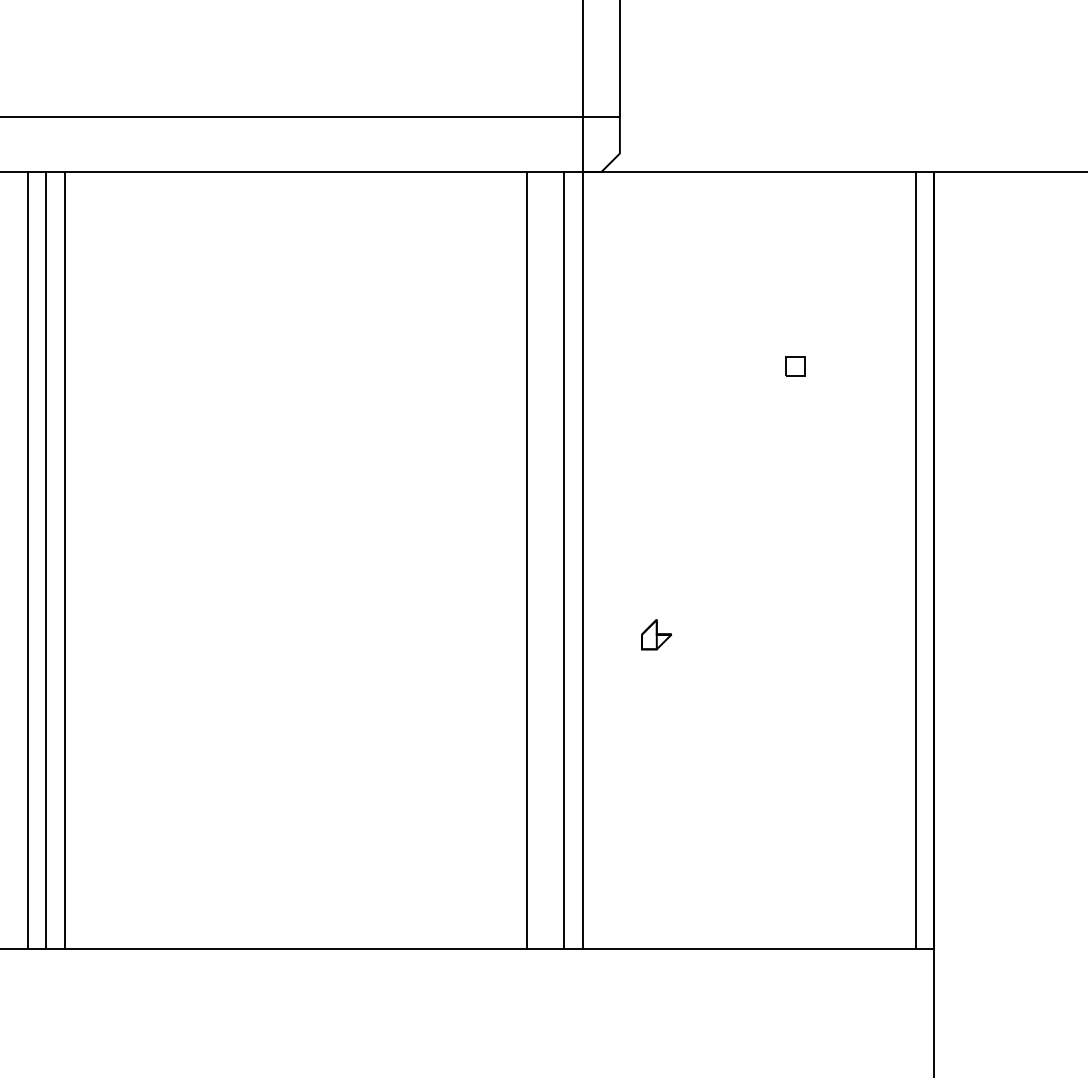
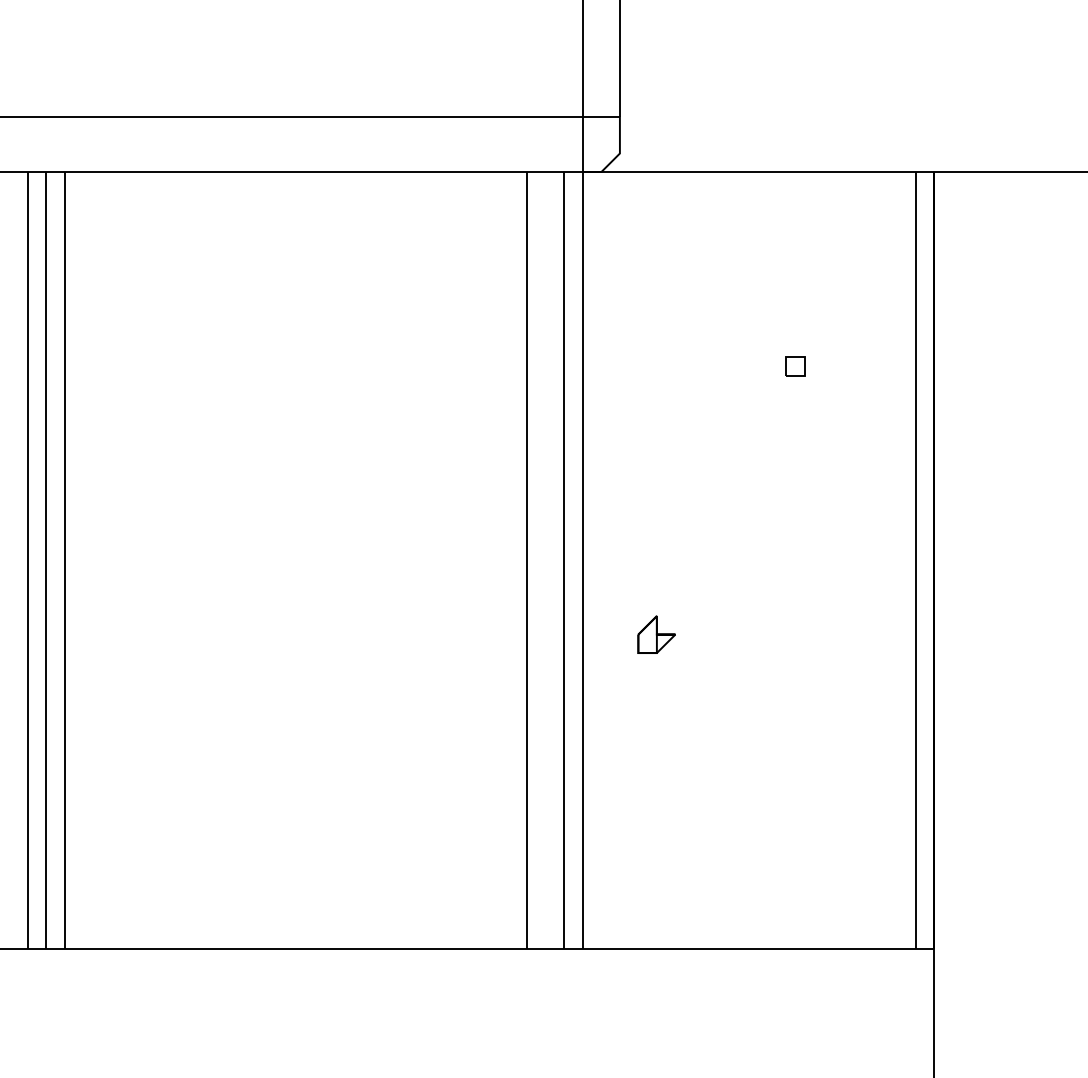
part at (656, 634) size: 31x32 px -> 39x39 px
